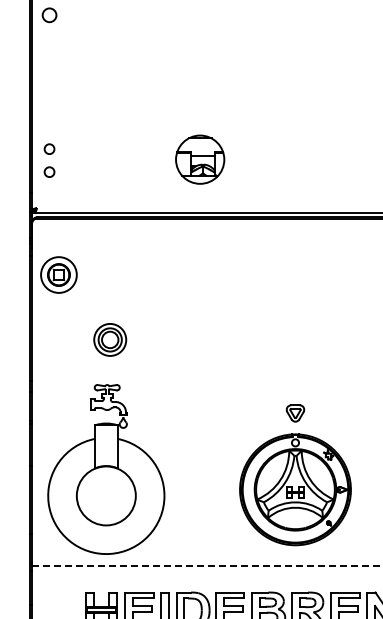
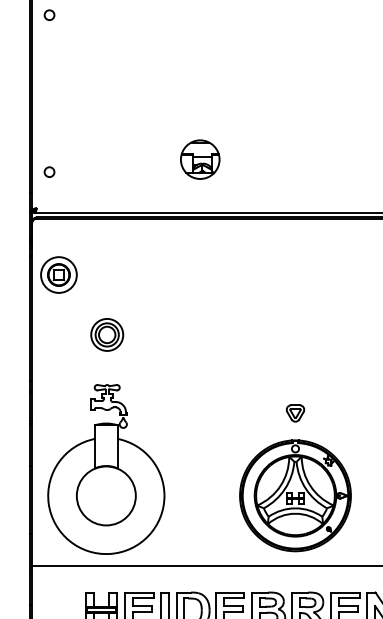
circle at (49, 15) size: 17x17 px -> 13x12 px
circle at (49, 148): present -> none
part at (200, 159) size: 51x51 px -> 41x41 px
part at (110, 339) position: (110, 339) -> (107, 334)
part at (295, 489) position: (295, 489) -> (295, 495)
line at (208, 565): dashed -> solid
